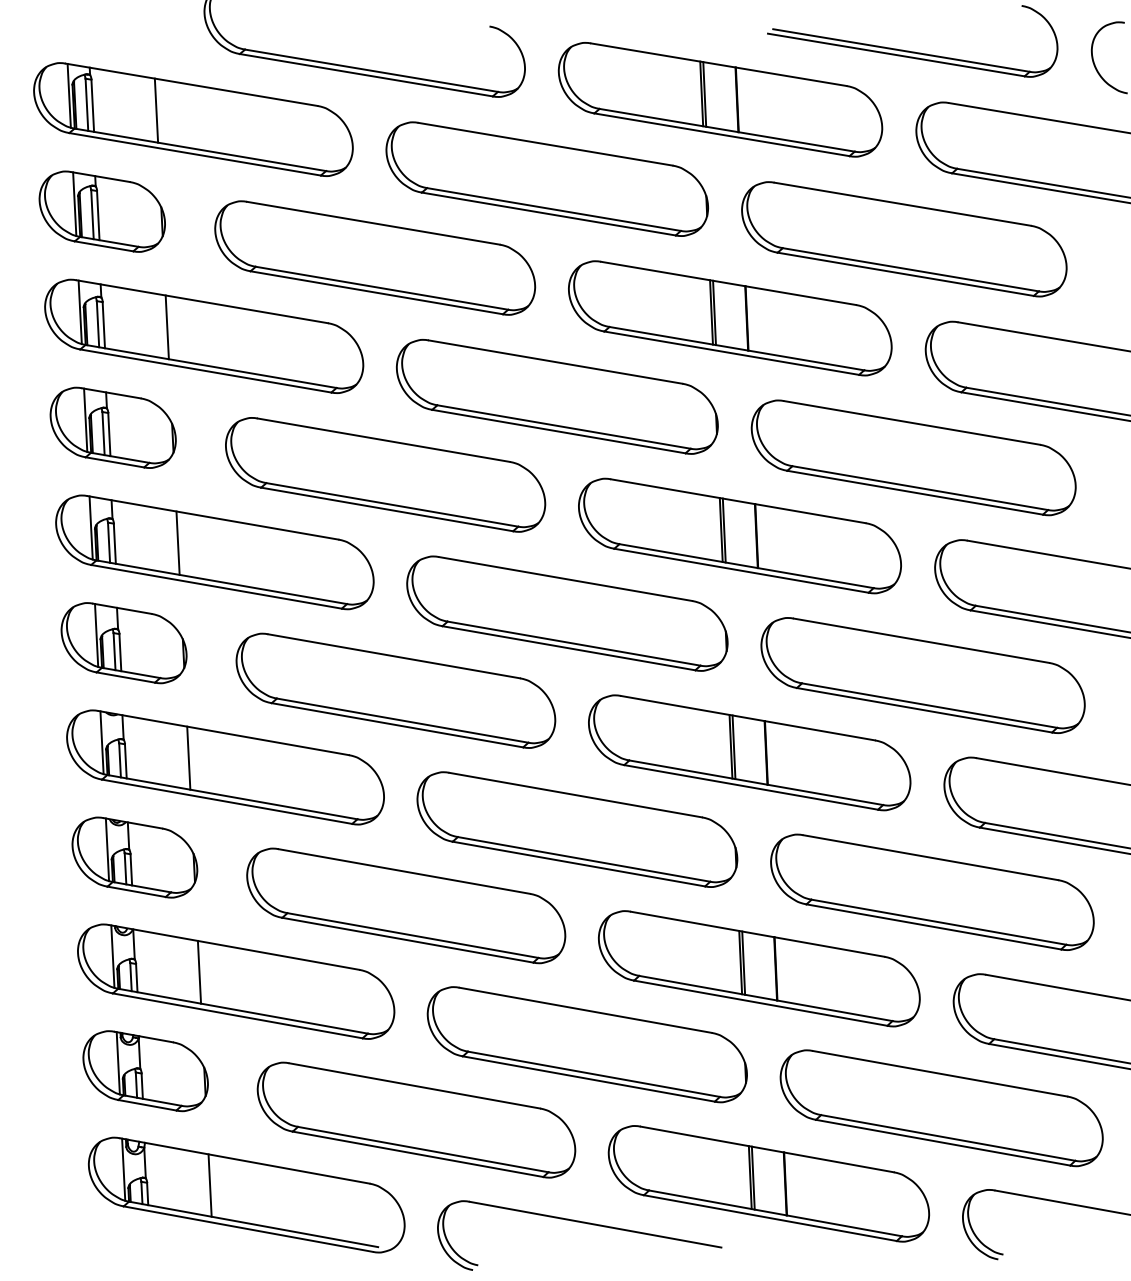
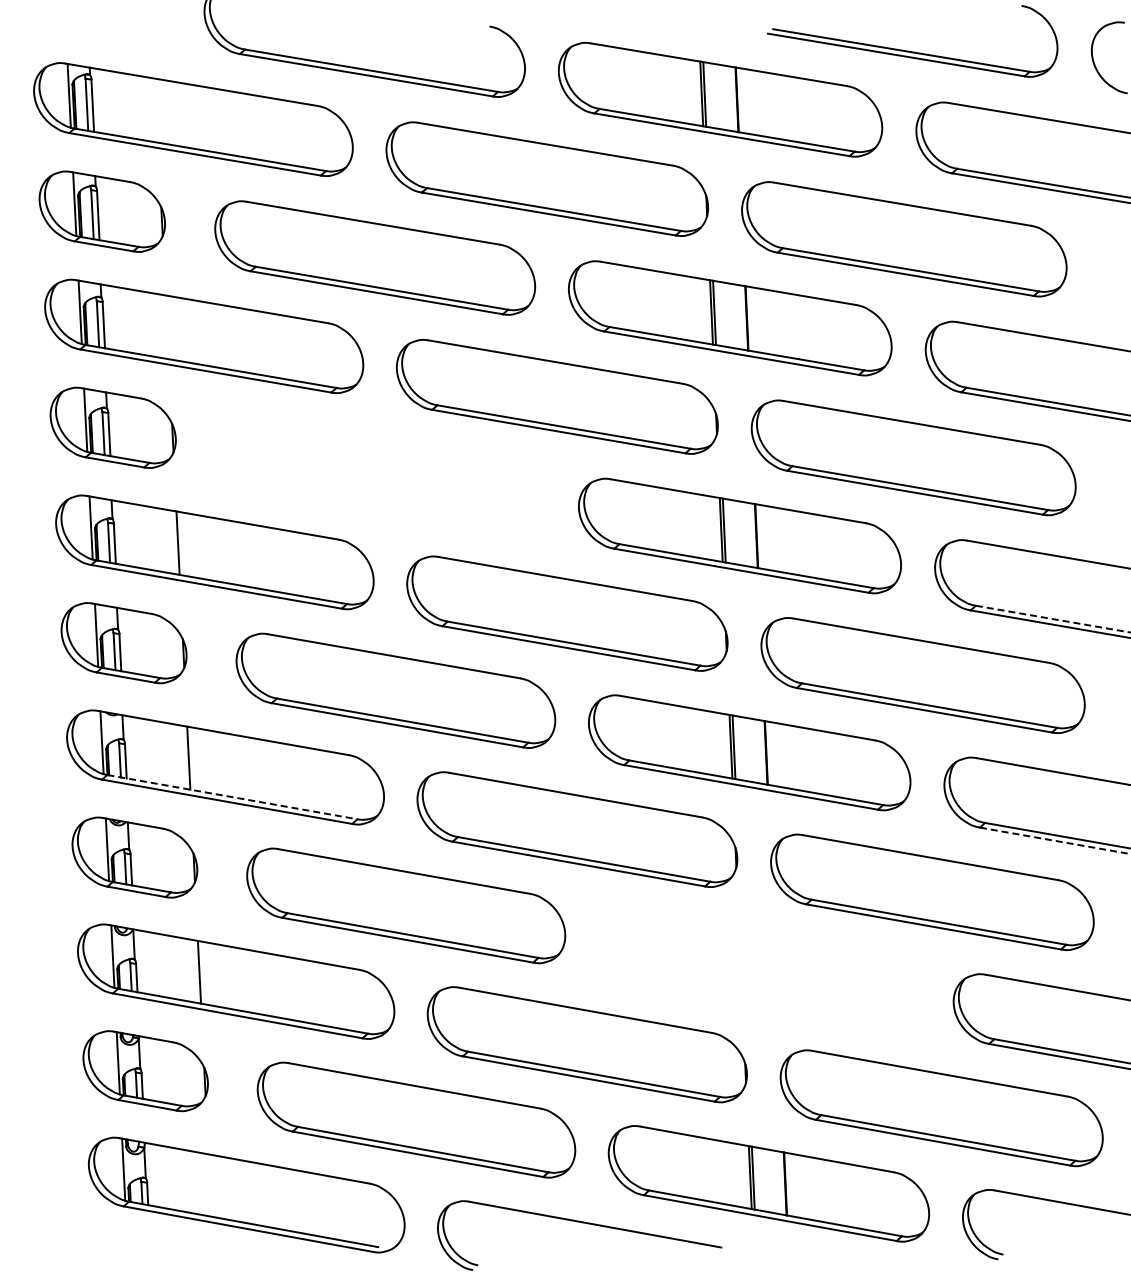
line at (156, 110): present -> none
line at (166, 327): present -> none
part at (385, 474): present -> none
line at (1053, 619): solid -> dashed
line at (232, 797): solid -> dashed
line at (1054, 840): solid -> dashed
part at (759, 968): present -> none
line at (209, 1185): present -> none
